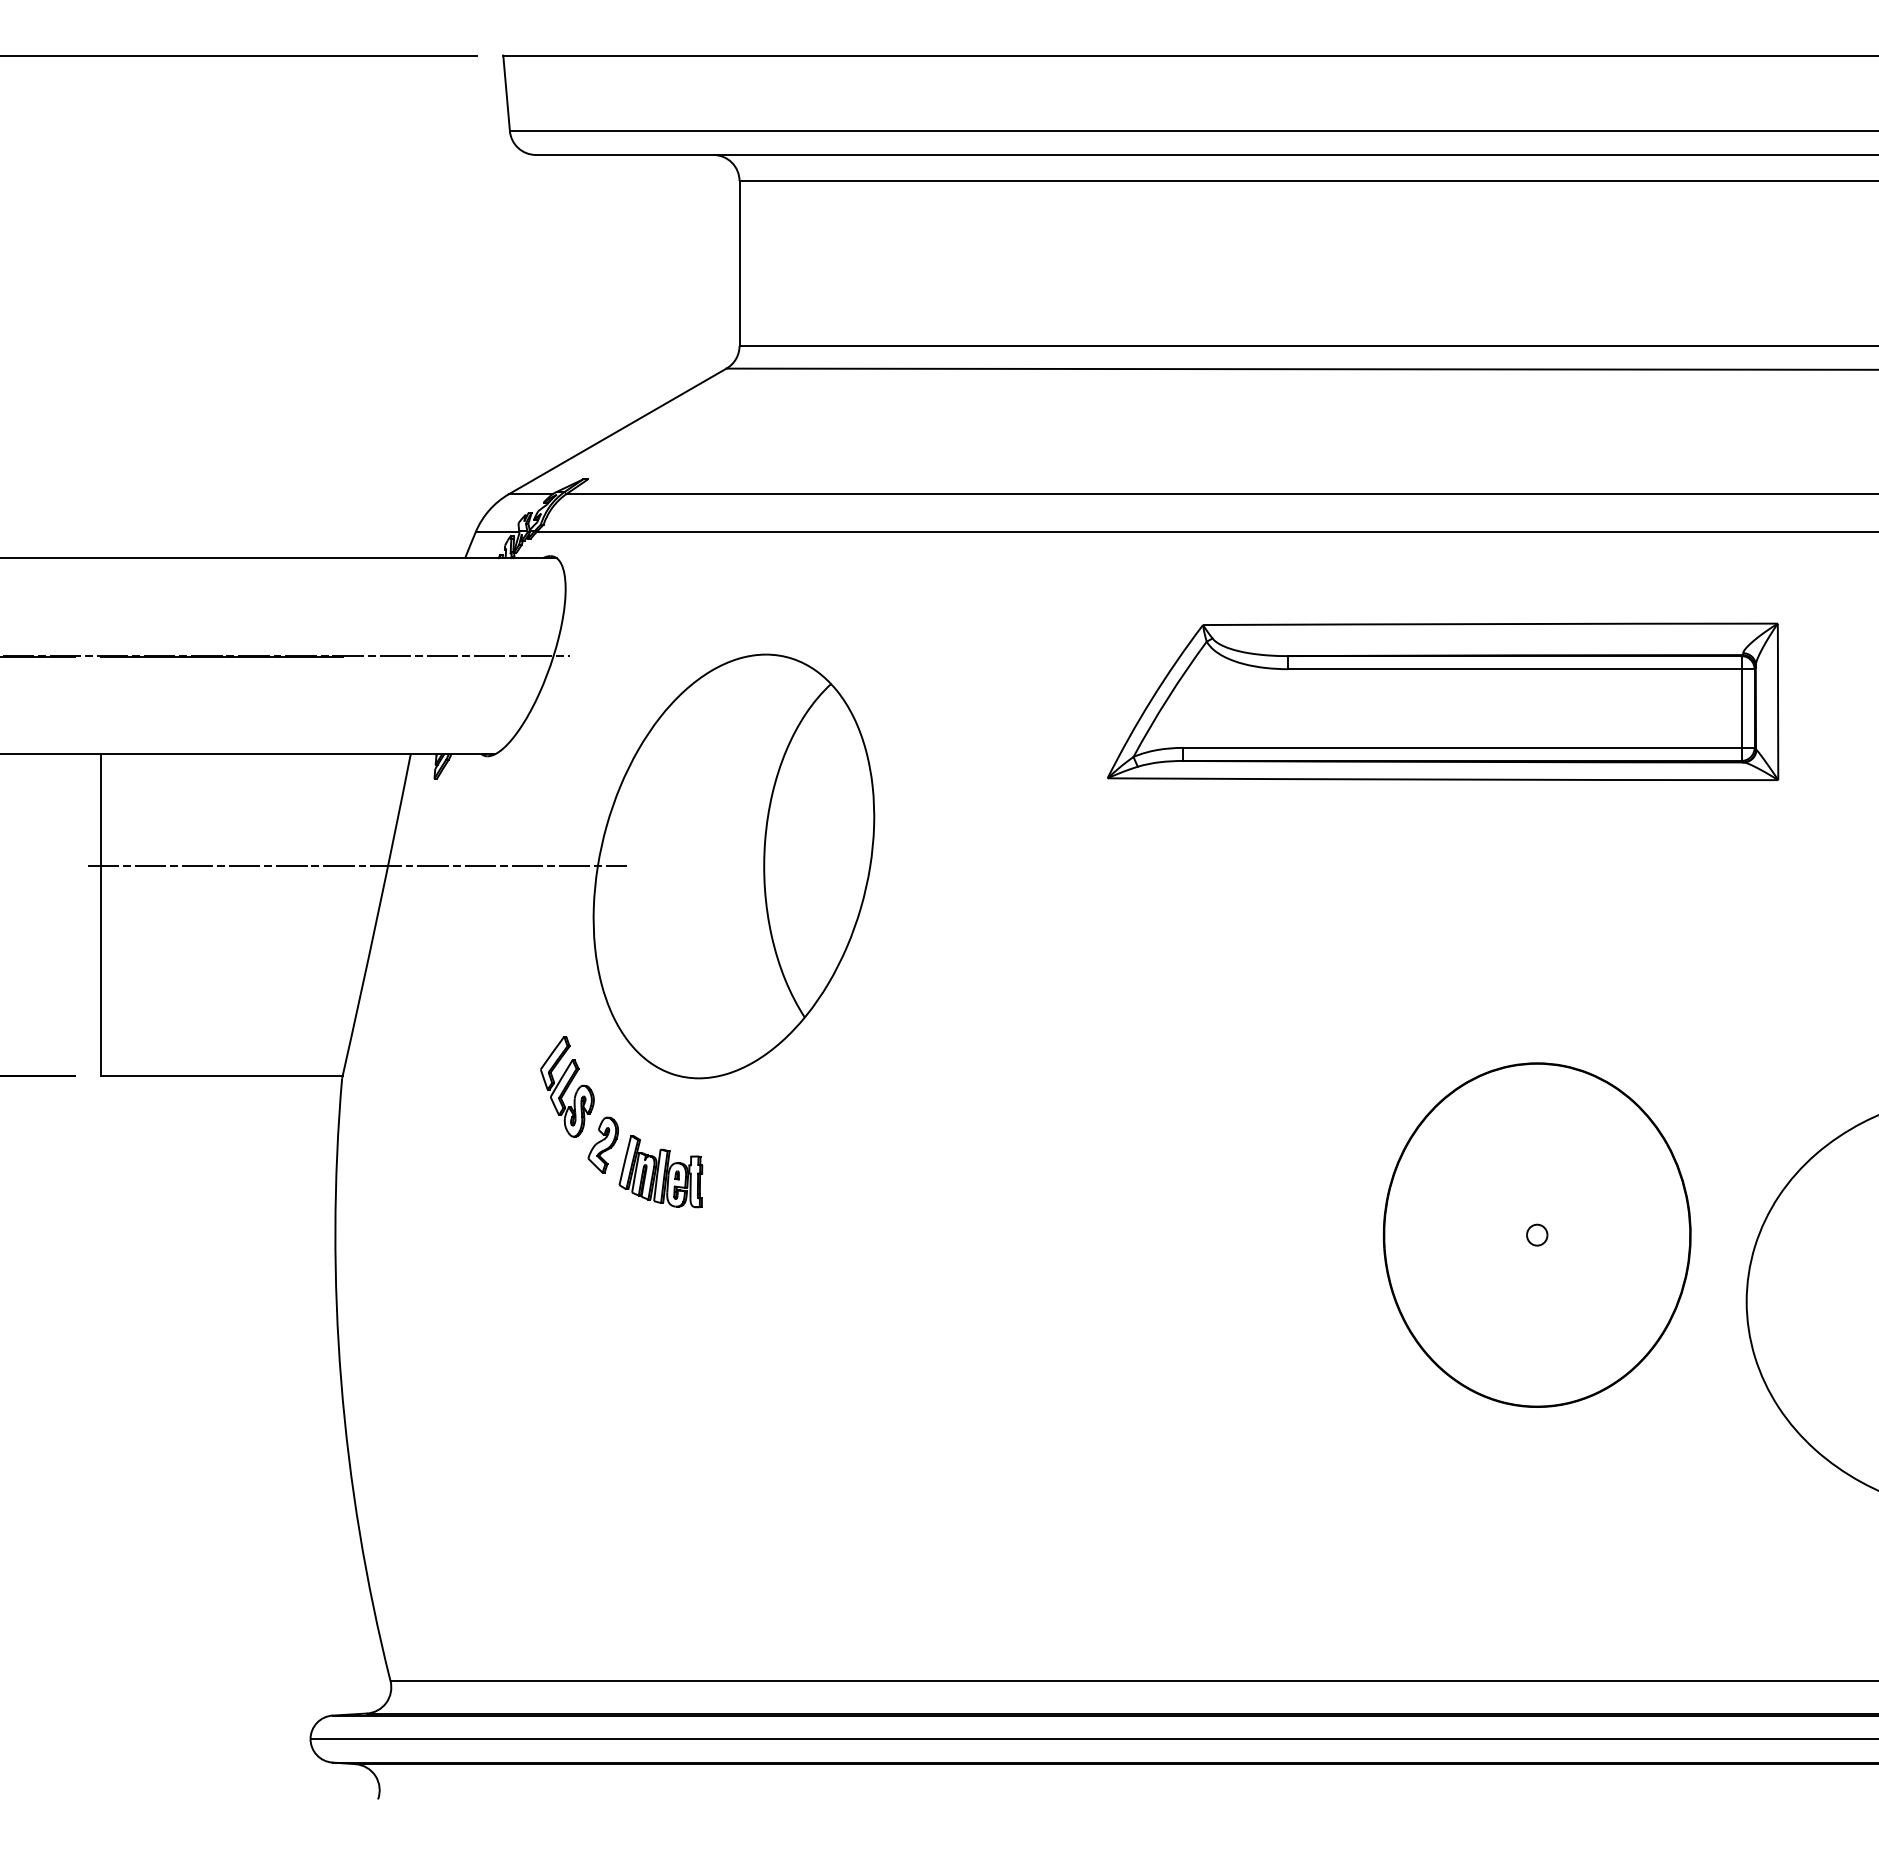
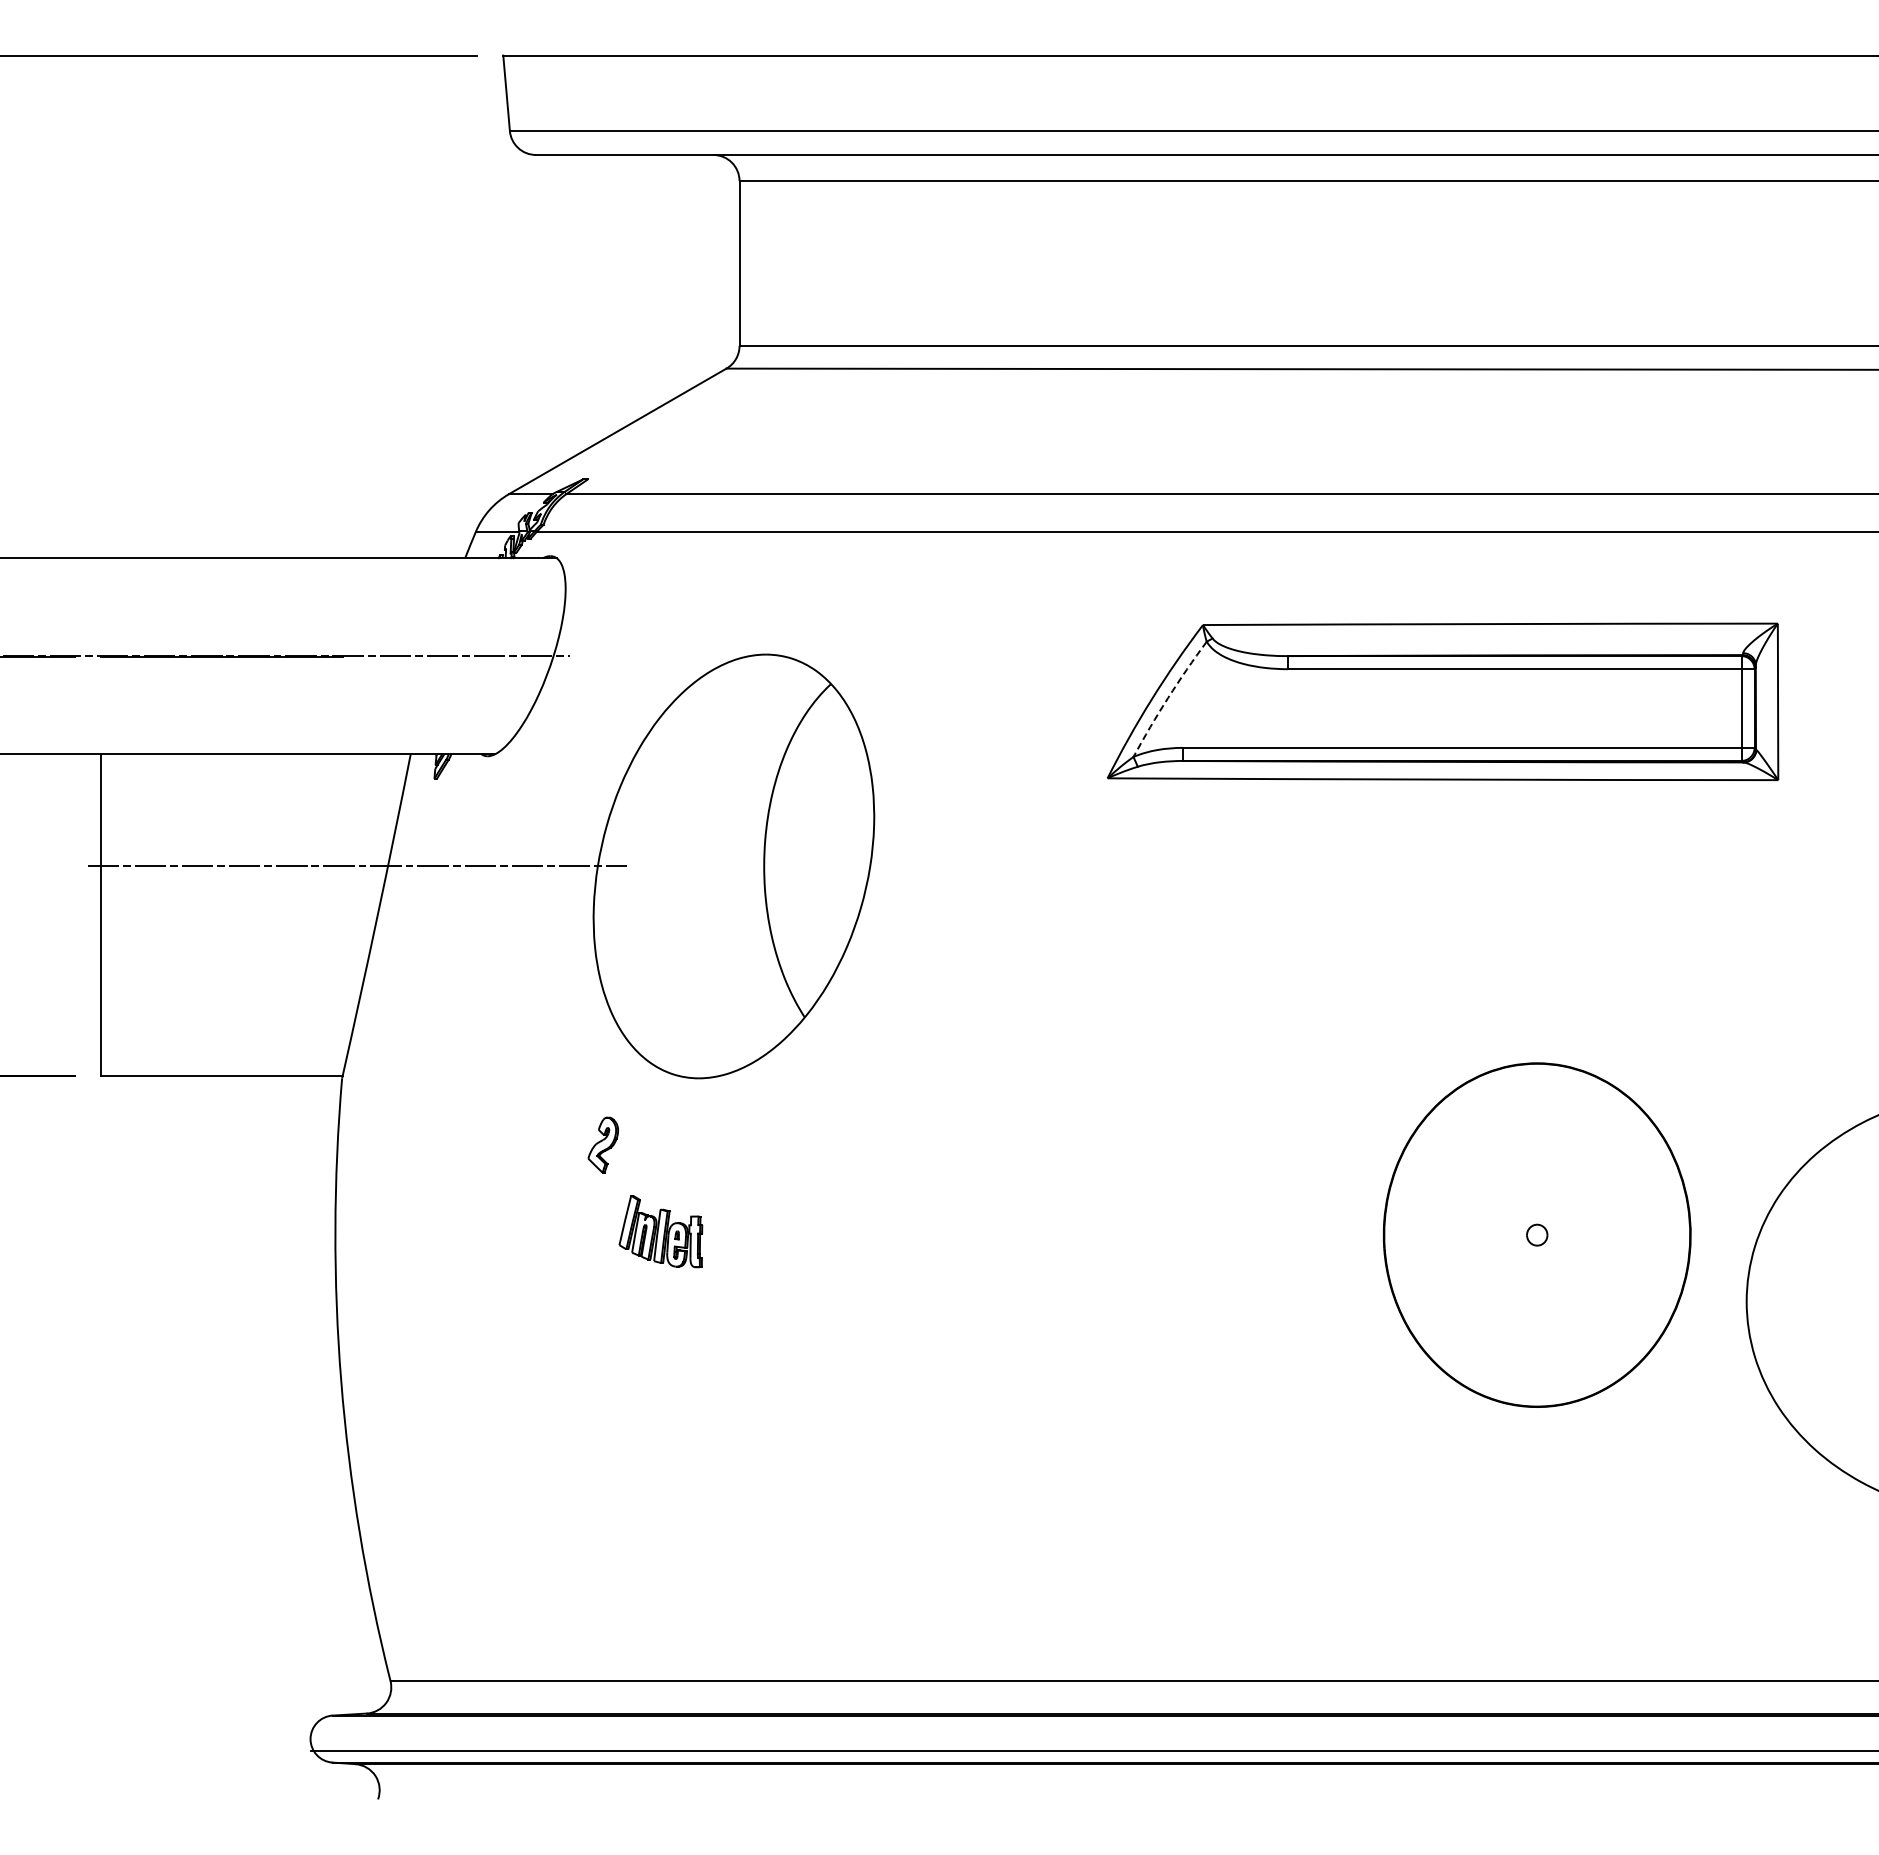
arc at (1168, 698): solid -> dashed
part at (567, 1086): present -> none
part at (660, 1171) position: (660, 1171) -> (660, 1231)
line at (1092, 1739) position: (1092, 1739) -> (1092, 1751)
